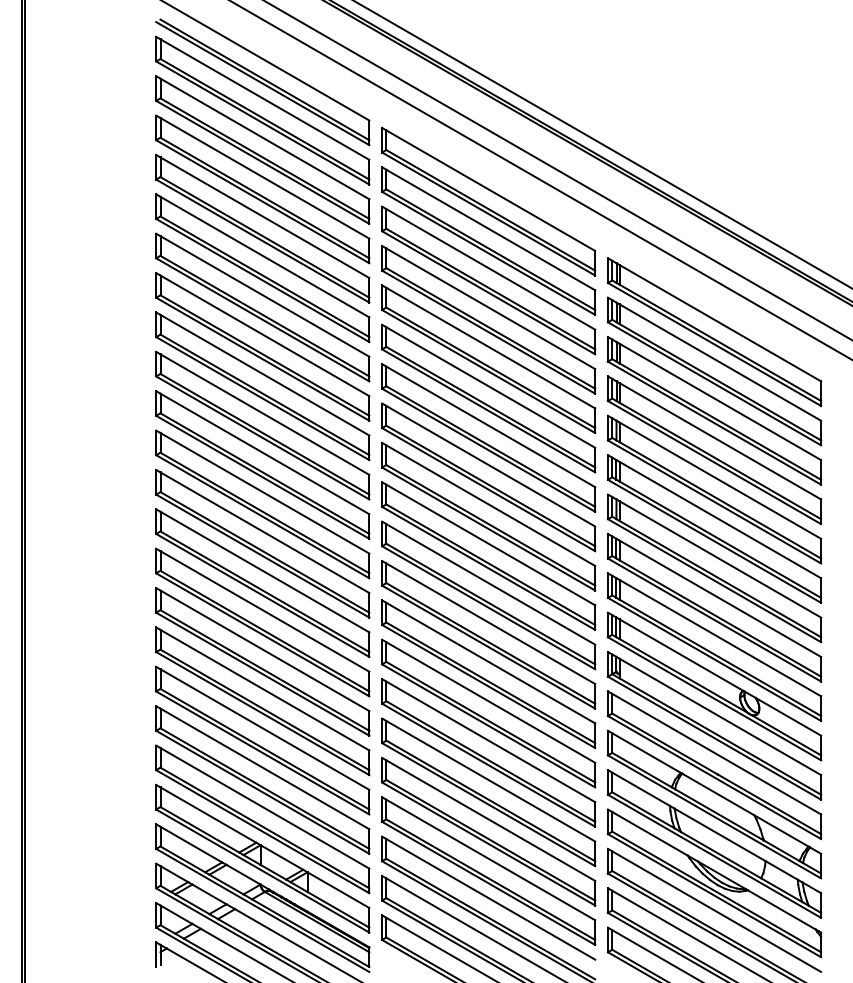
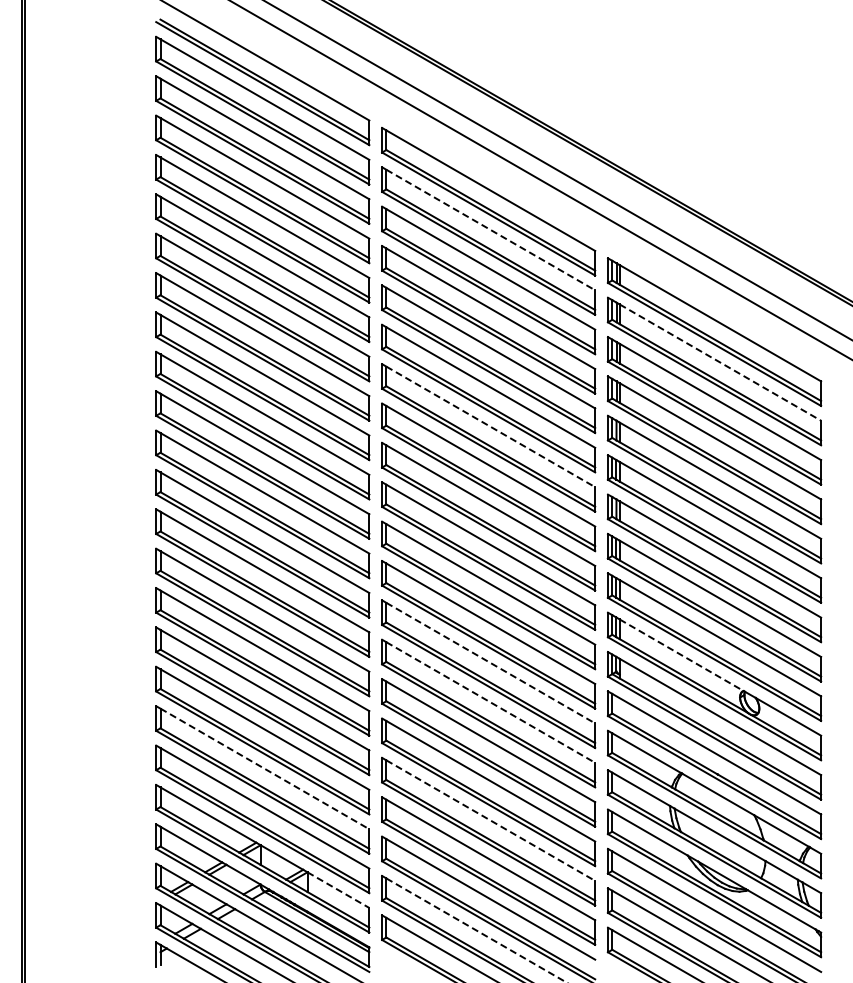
line at (602, 144): present -> none
line at (490, 230): solid -> dashed
line at (720, 362): solid -> dashed
line at (490, 426): solid -> dashed
line at (681, 655): solid -> dashed
line at (490, 663): solid -> dashed
line at (490, 702): solid -> dashed
line at (264, 768): solid -> dashed
line at (490, 820): solid -> dashed
line at (338, 890): solid -> dashed
line at (476, 930): solid -> dashed
